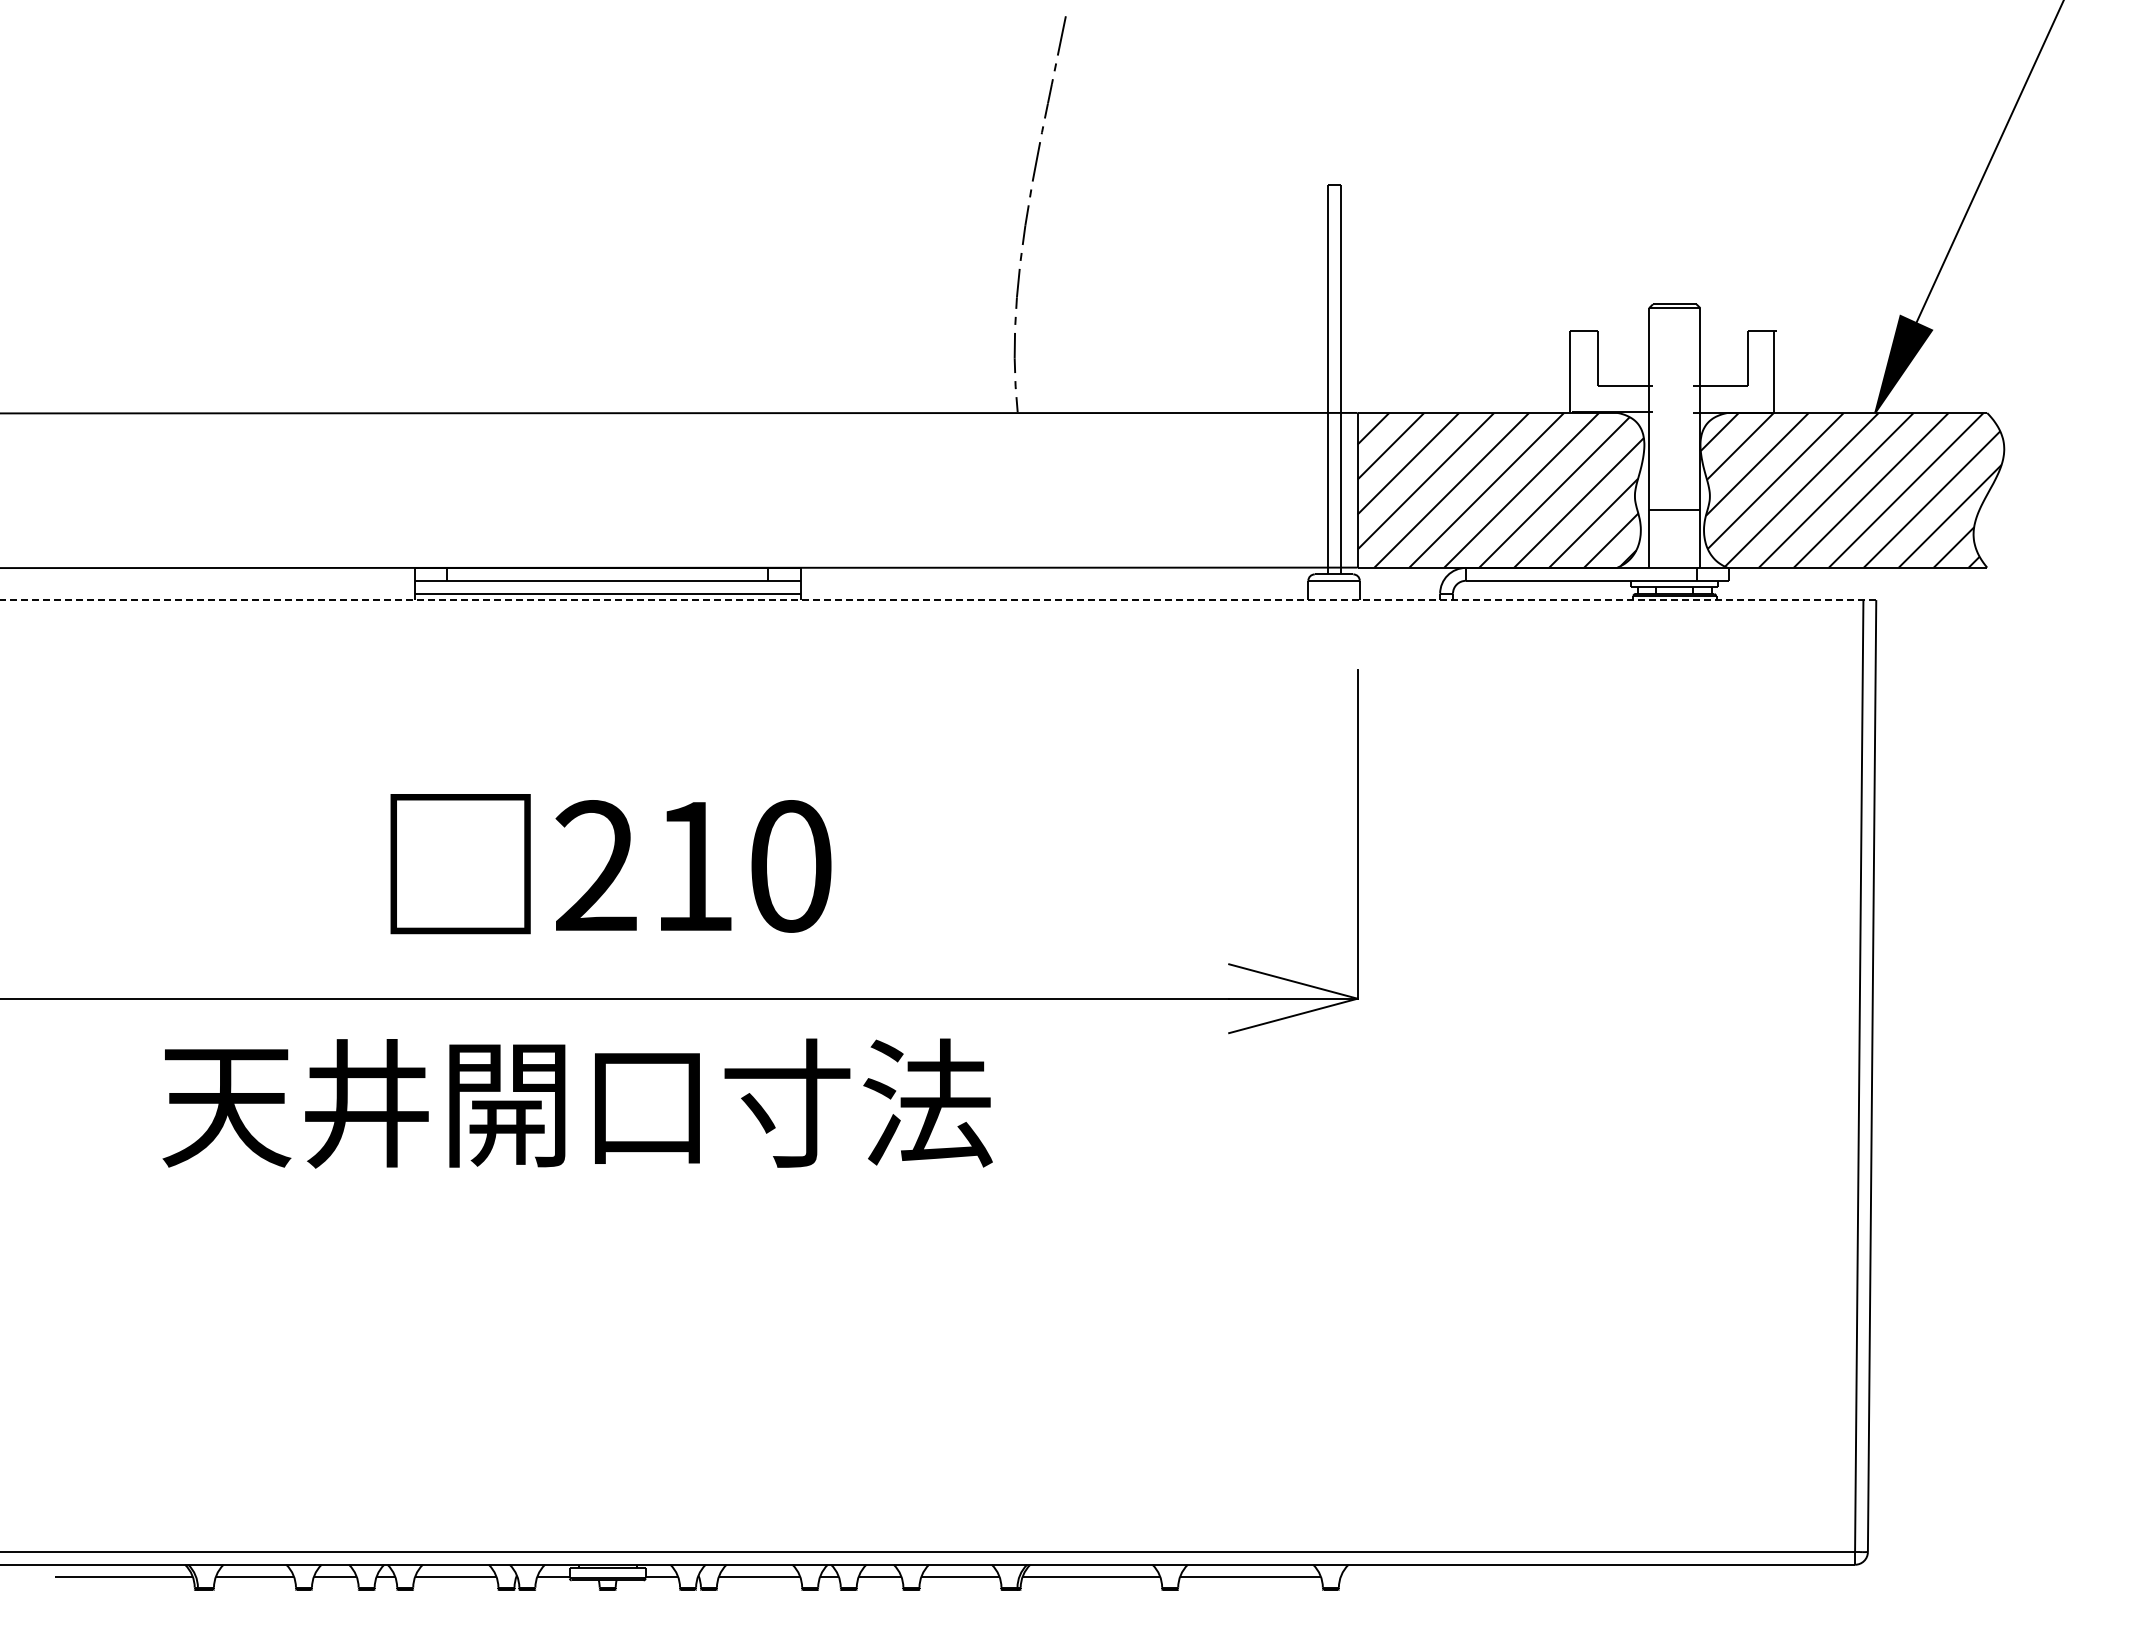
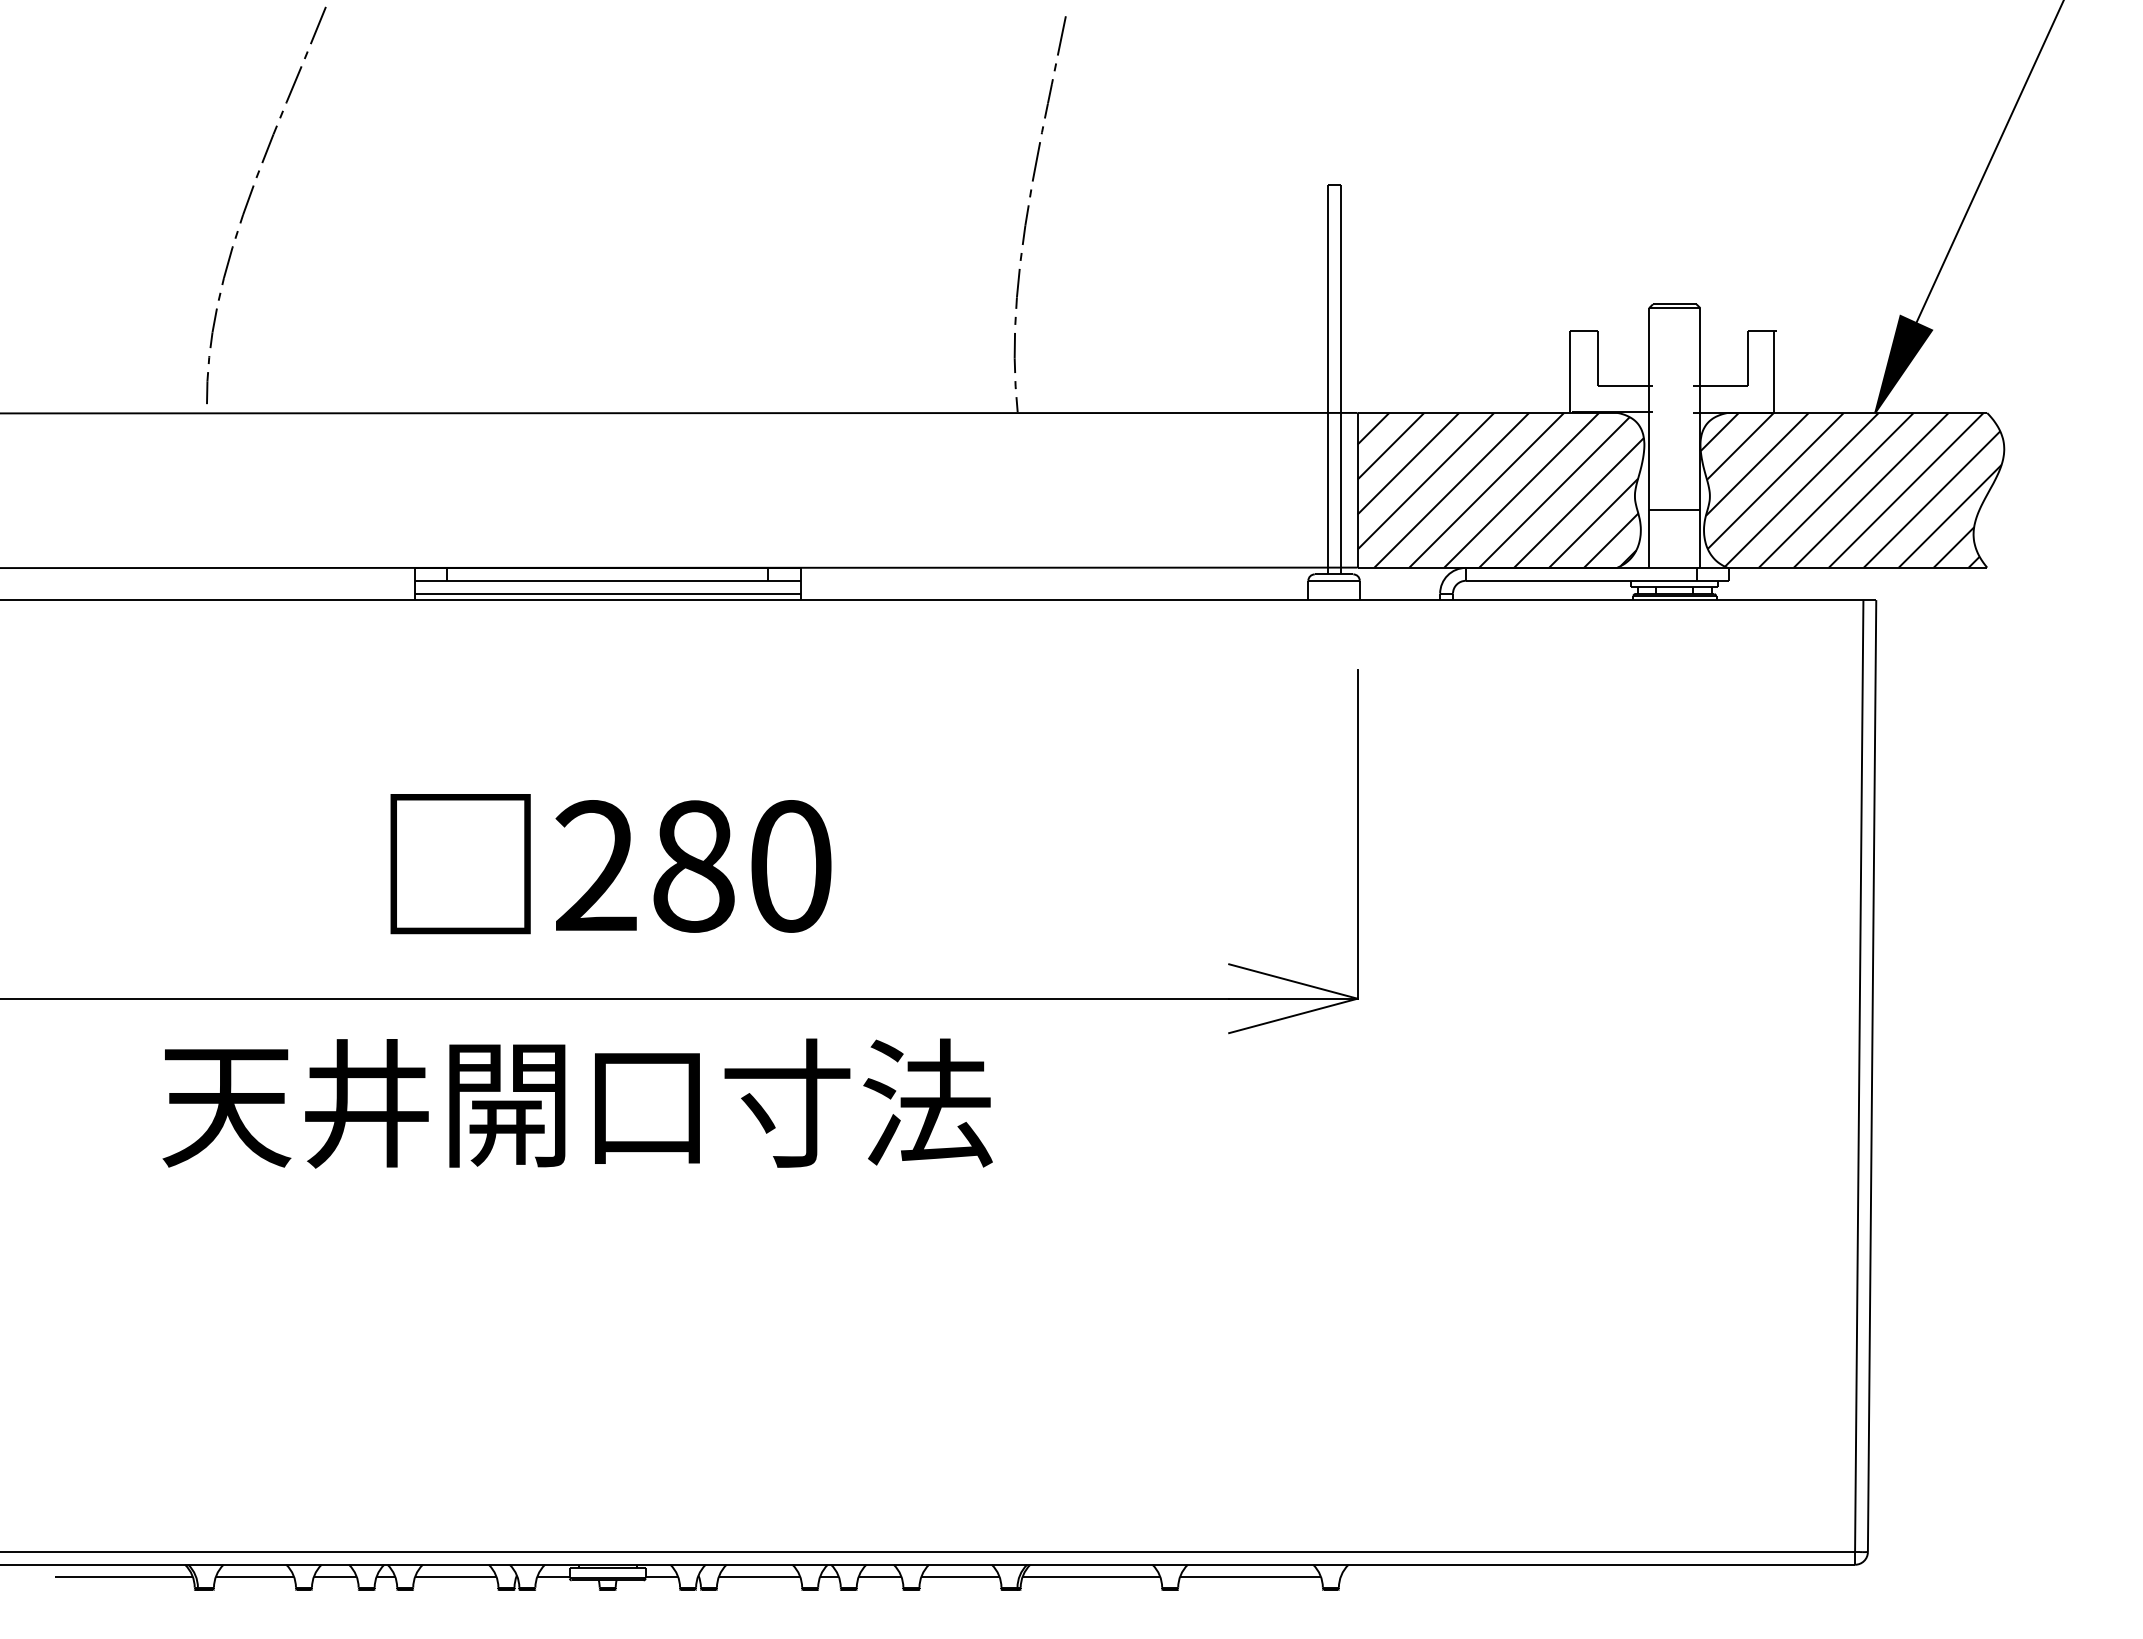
curve at (249, 200): none -> present
line at (938, 600): dashed -> solid
text at (693, 866): 210 -> 280
